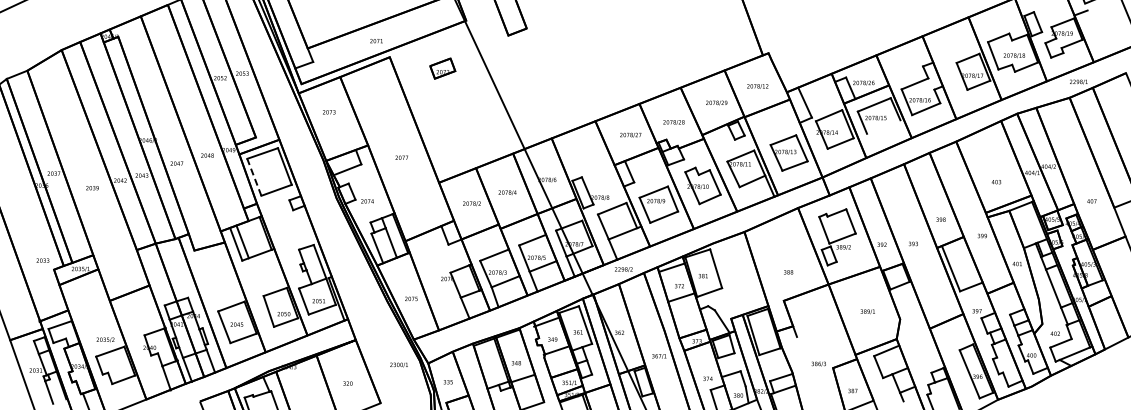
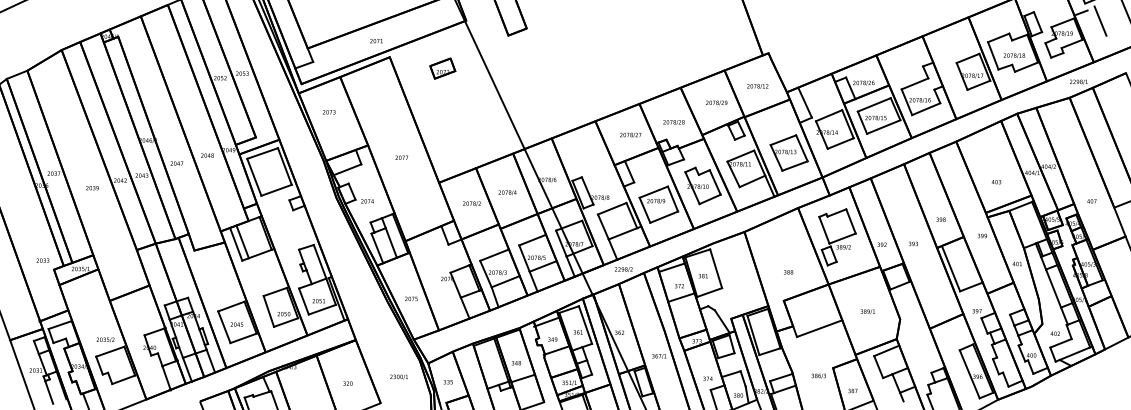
line at (1100, 20): none -> present
line at (883, 126): none -> present
line at (254, 177): dashed -> solid
line at (819, 328): none -> present
text at (818, 363) position: (818, 363) -> (818, 375)
text at (398, 364) position: (398, 364) -> (398, 376)
